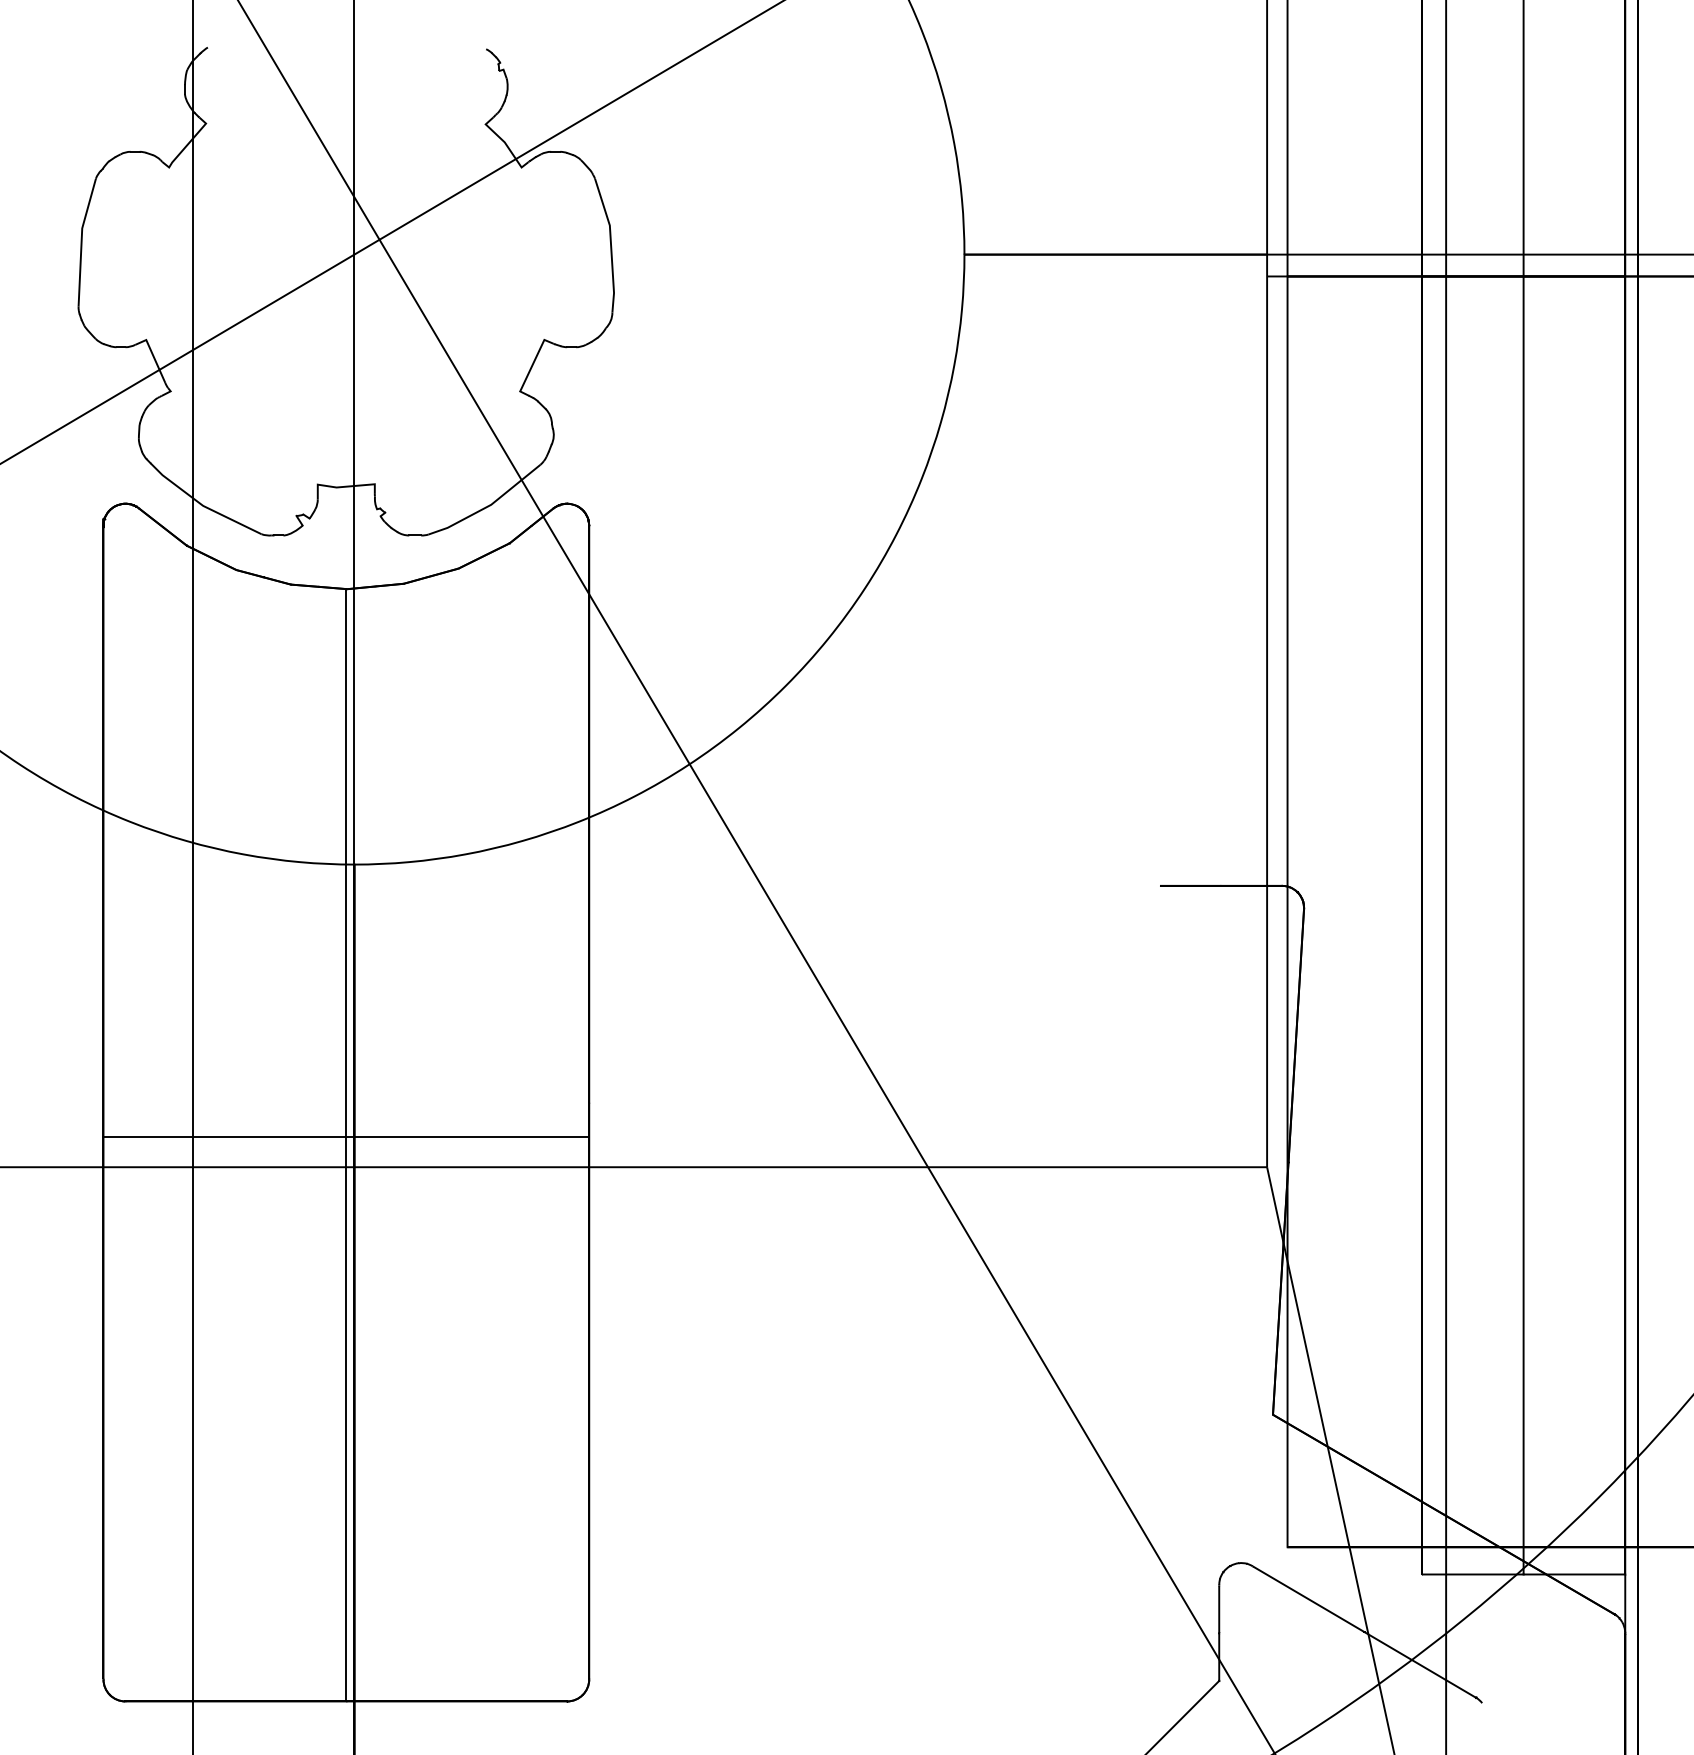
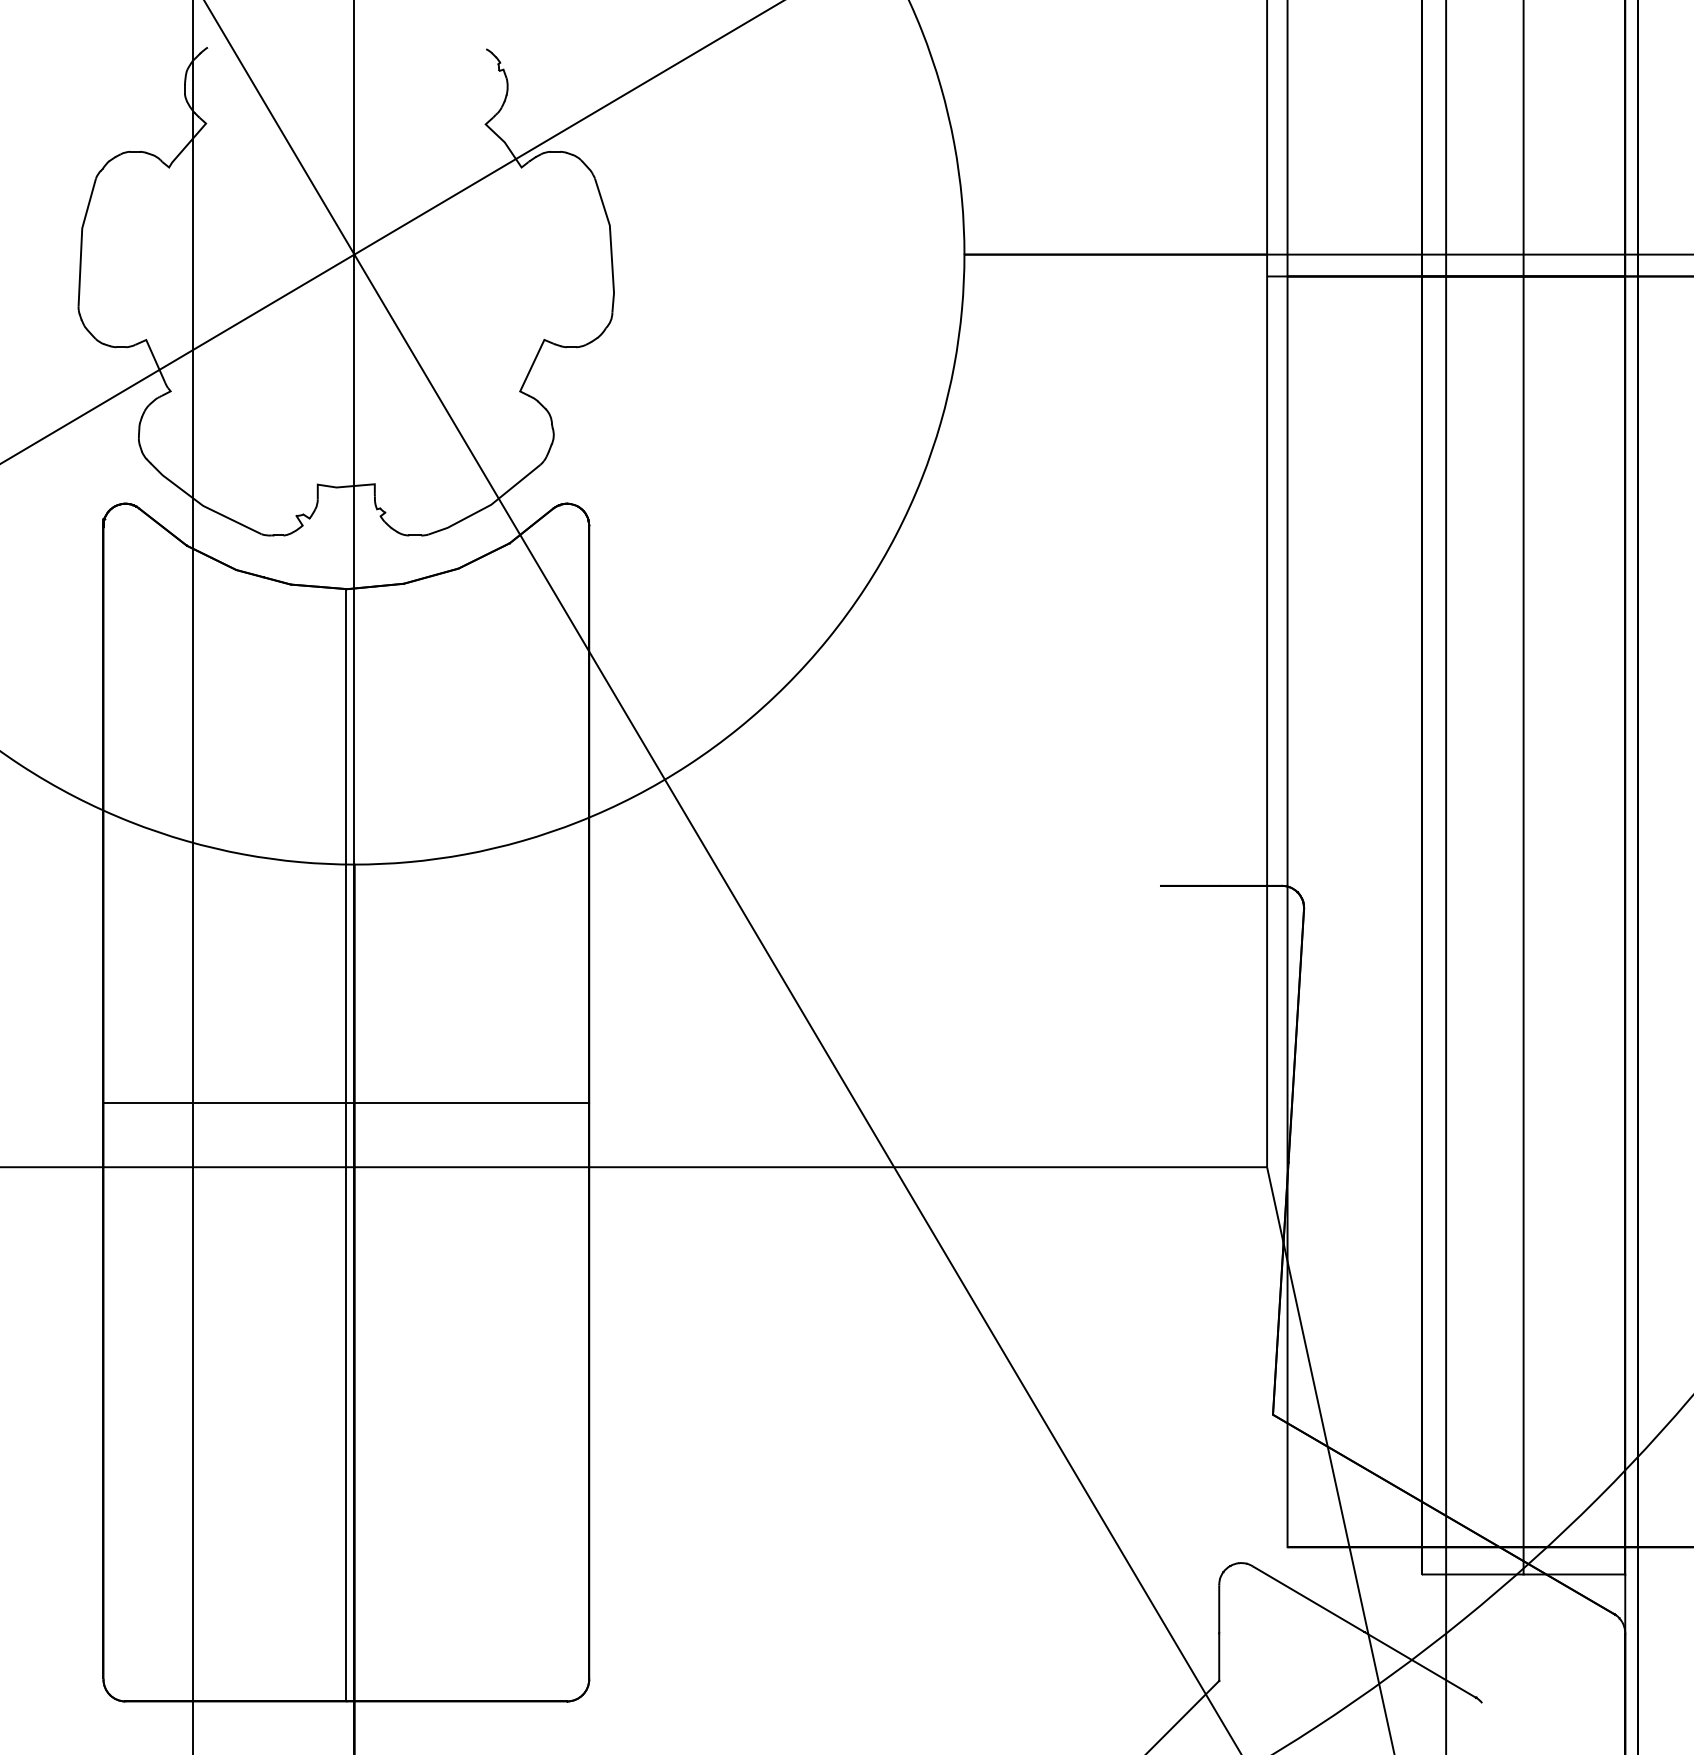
line at (756, 876) position: (756, 876) -> (722, 876)
line at (346, 1136) position: (346, 1136) -> (346, 1102)
